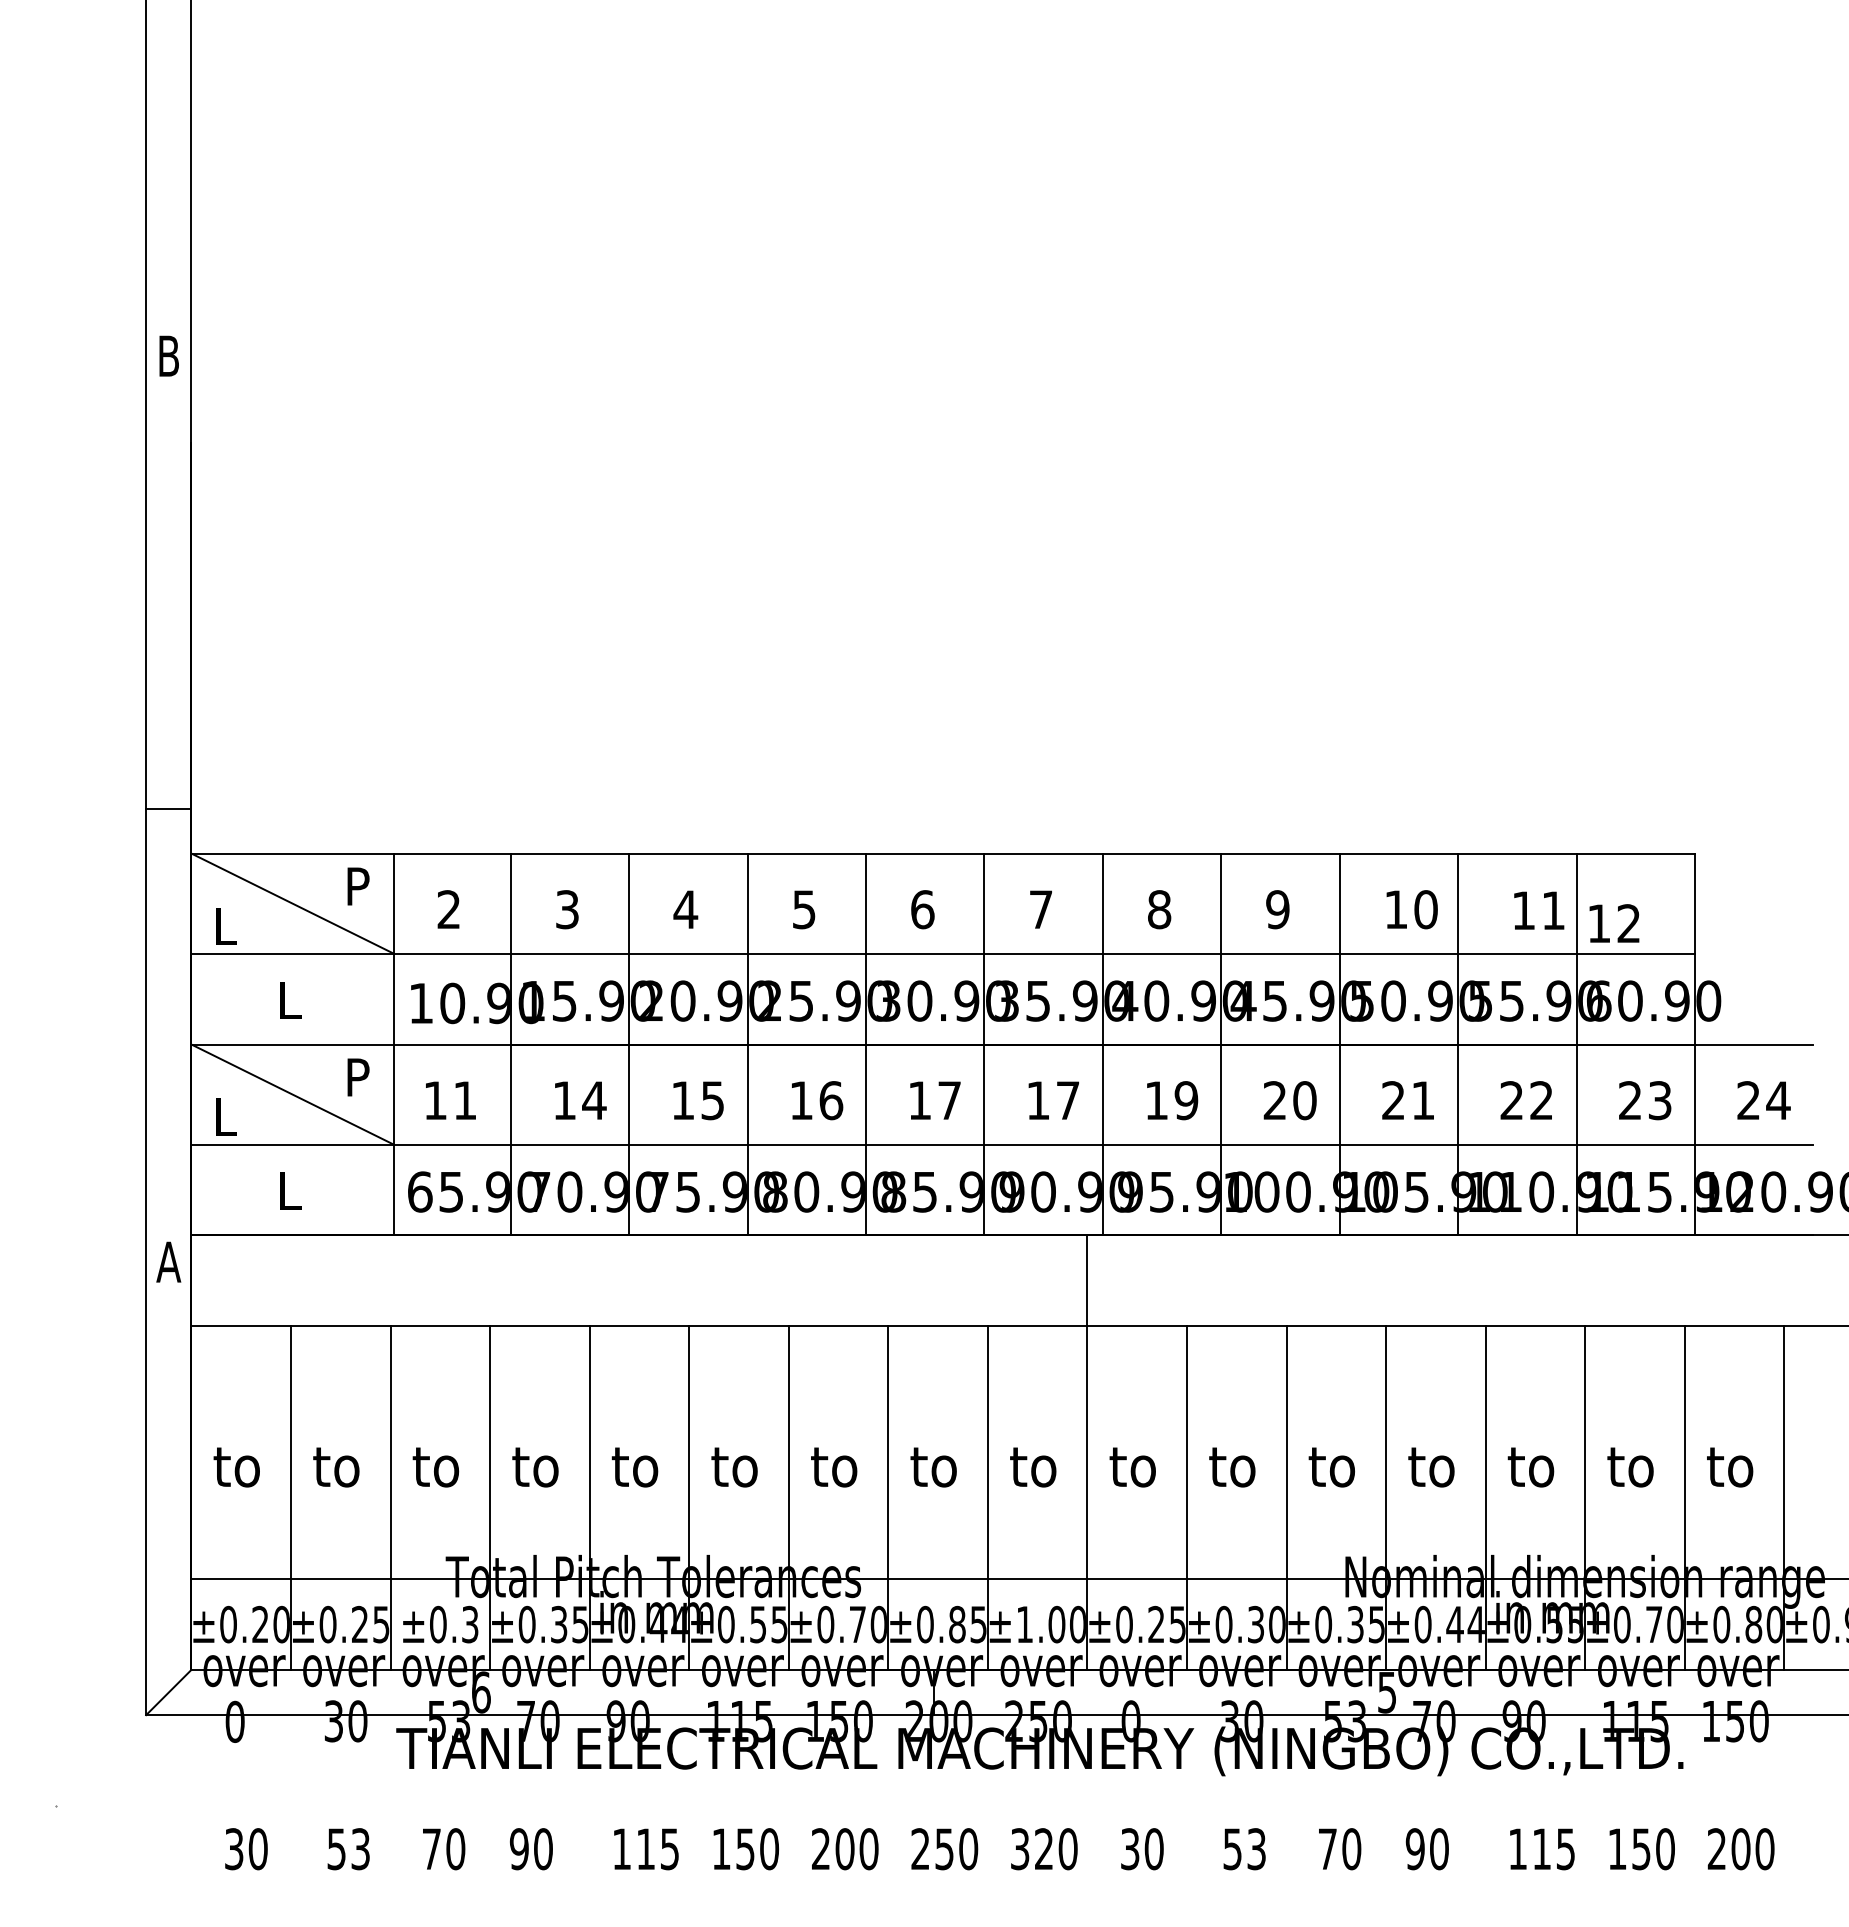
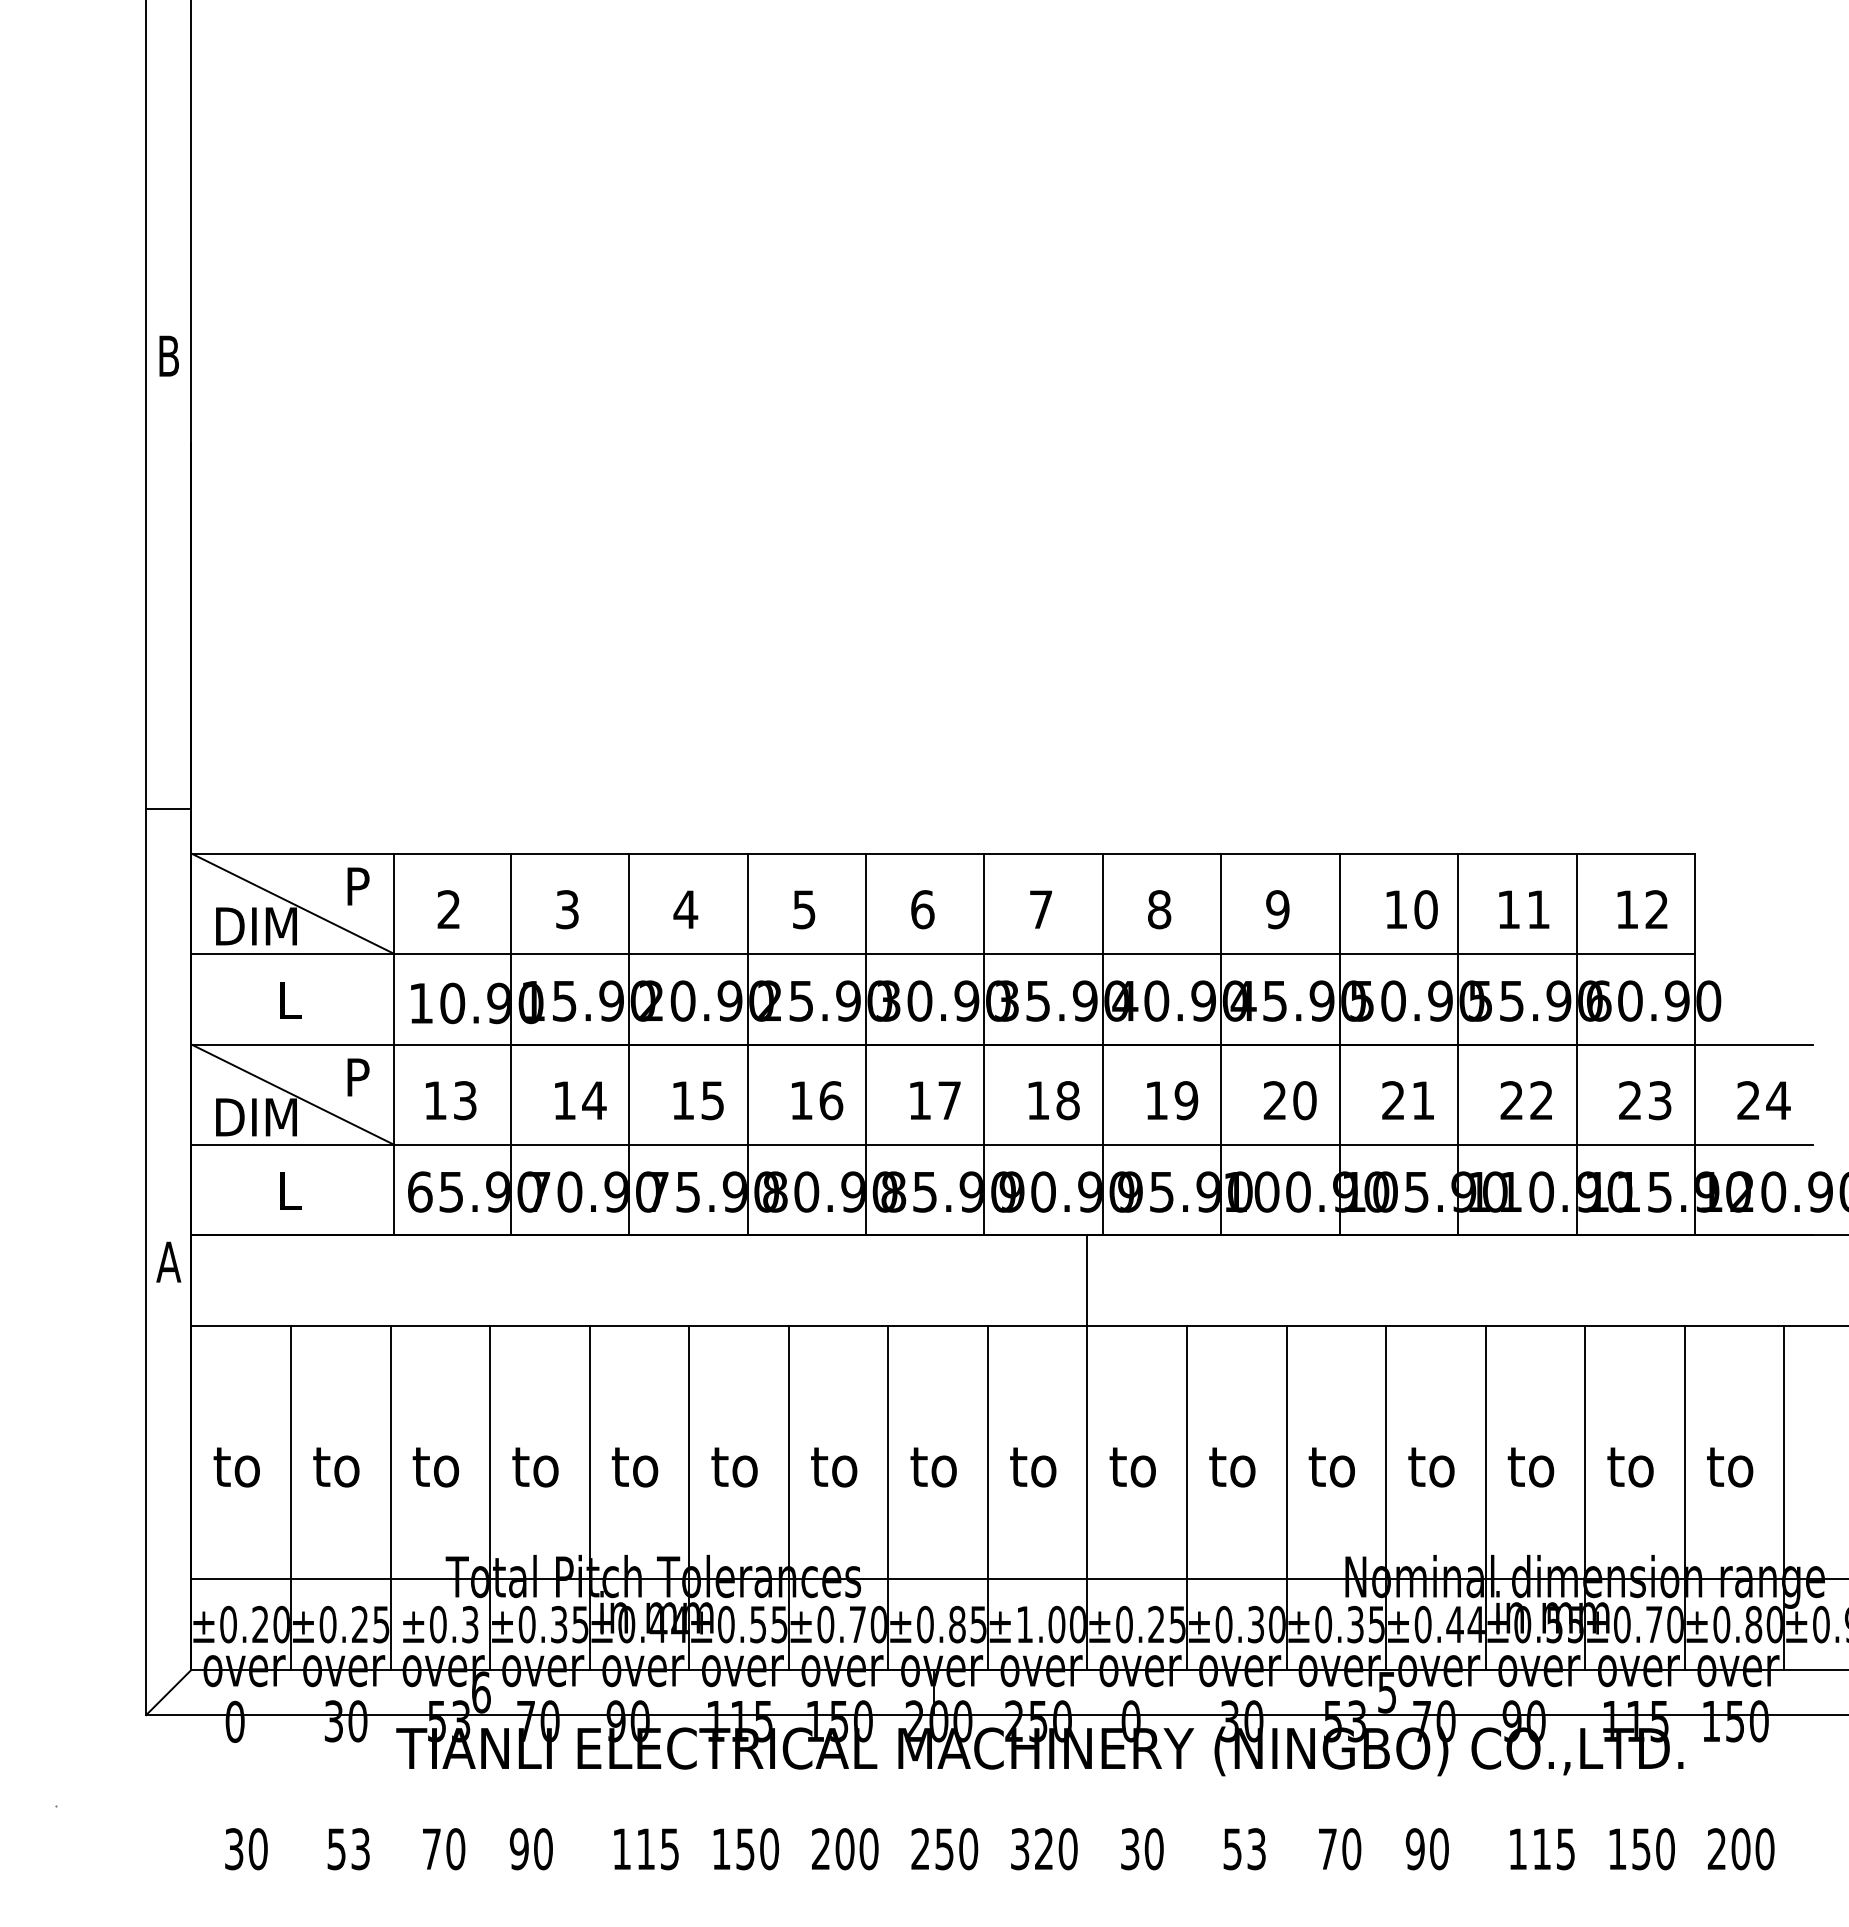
text at (1539, 910) position: (1539, 910) -> (1524, 909)
text at (1614, 923) position: (1614, 923) -> (1642, 909)
text at (256, 926): L -> DIM
text at (465, 1100): 11 -> 13
text at (1067, 1100): 17 -> 18
text at (256, 1117): L -> DIM
